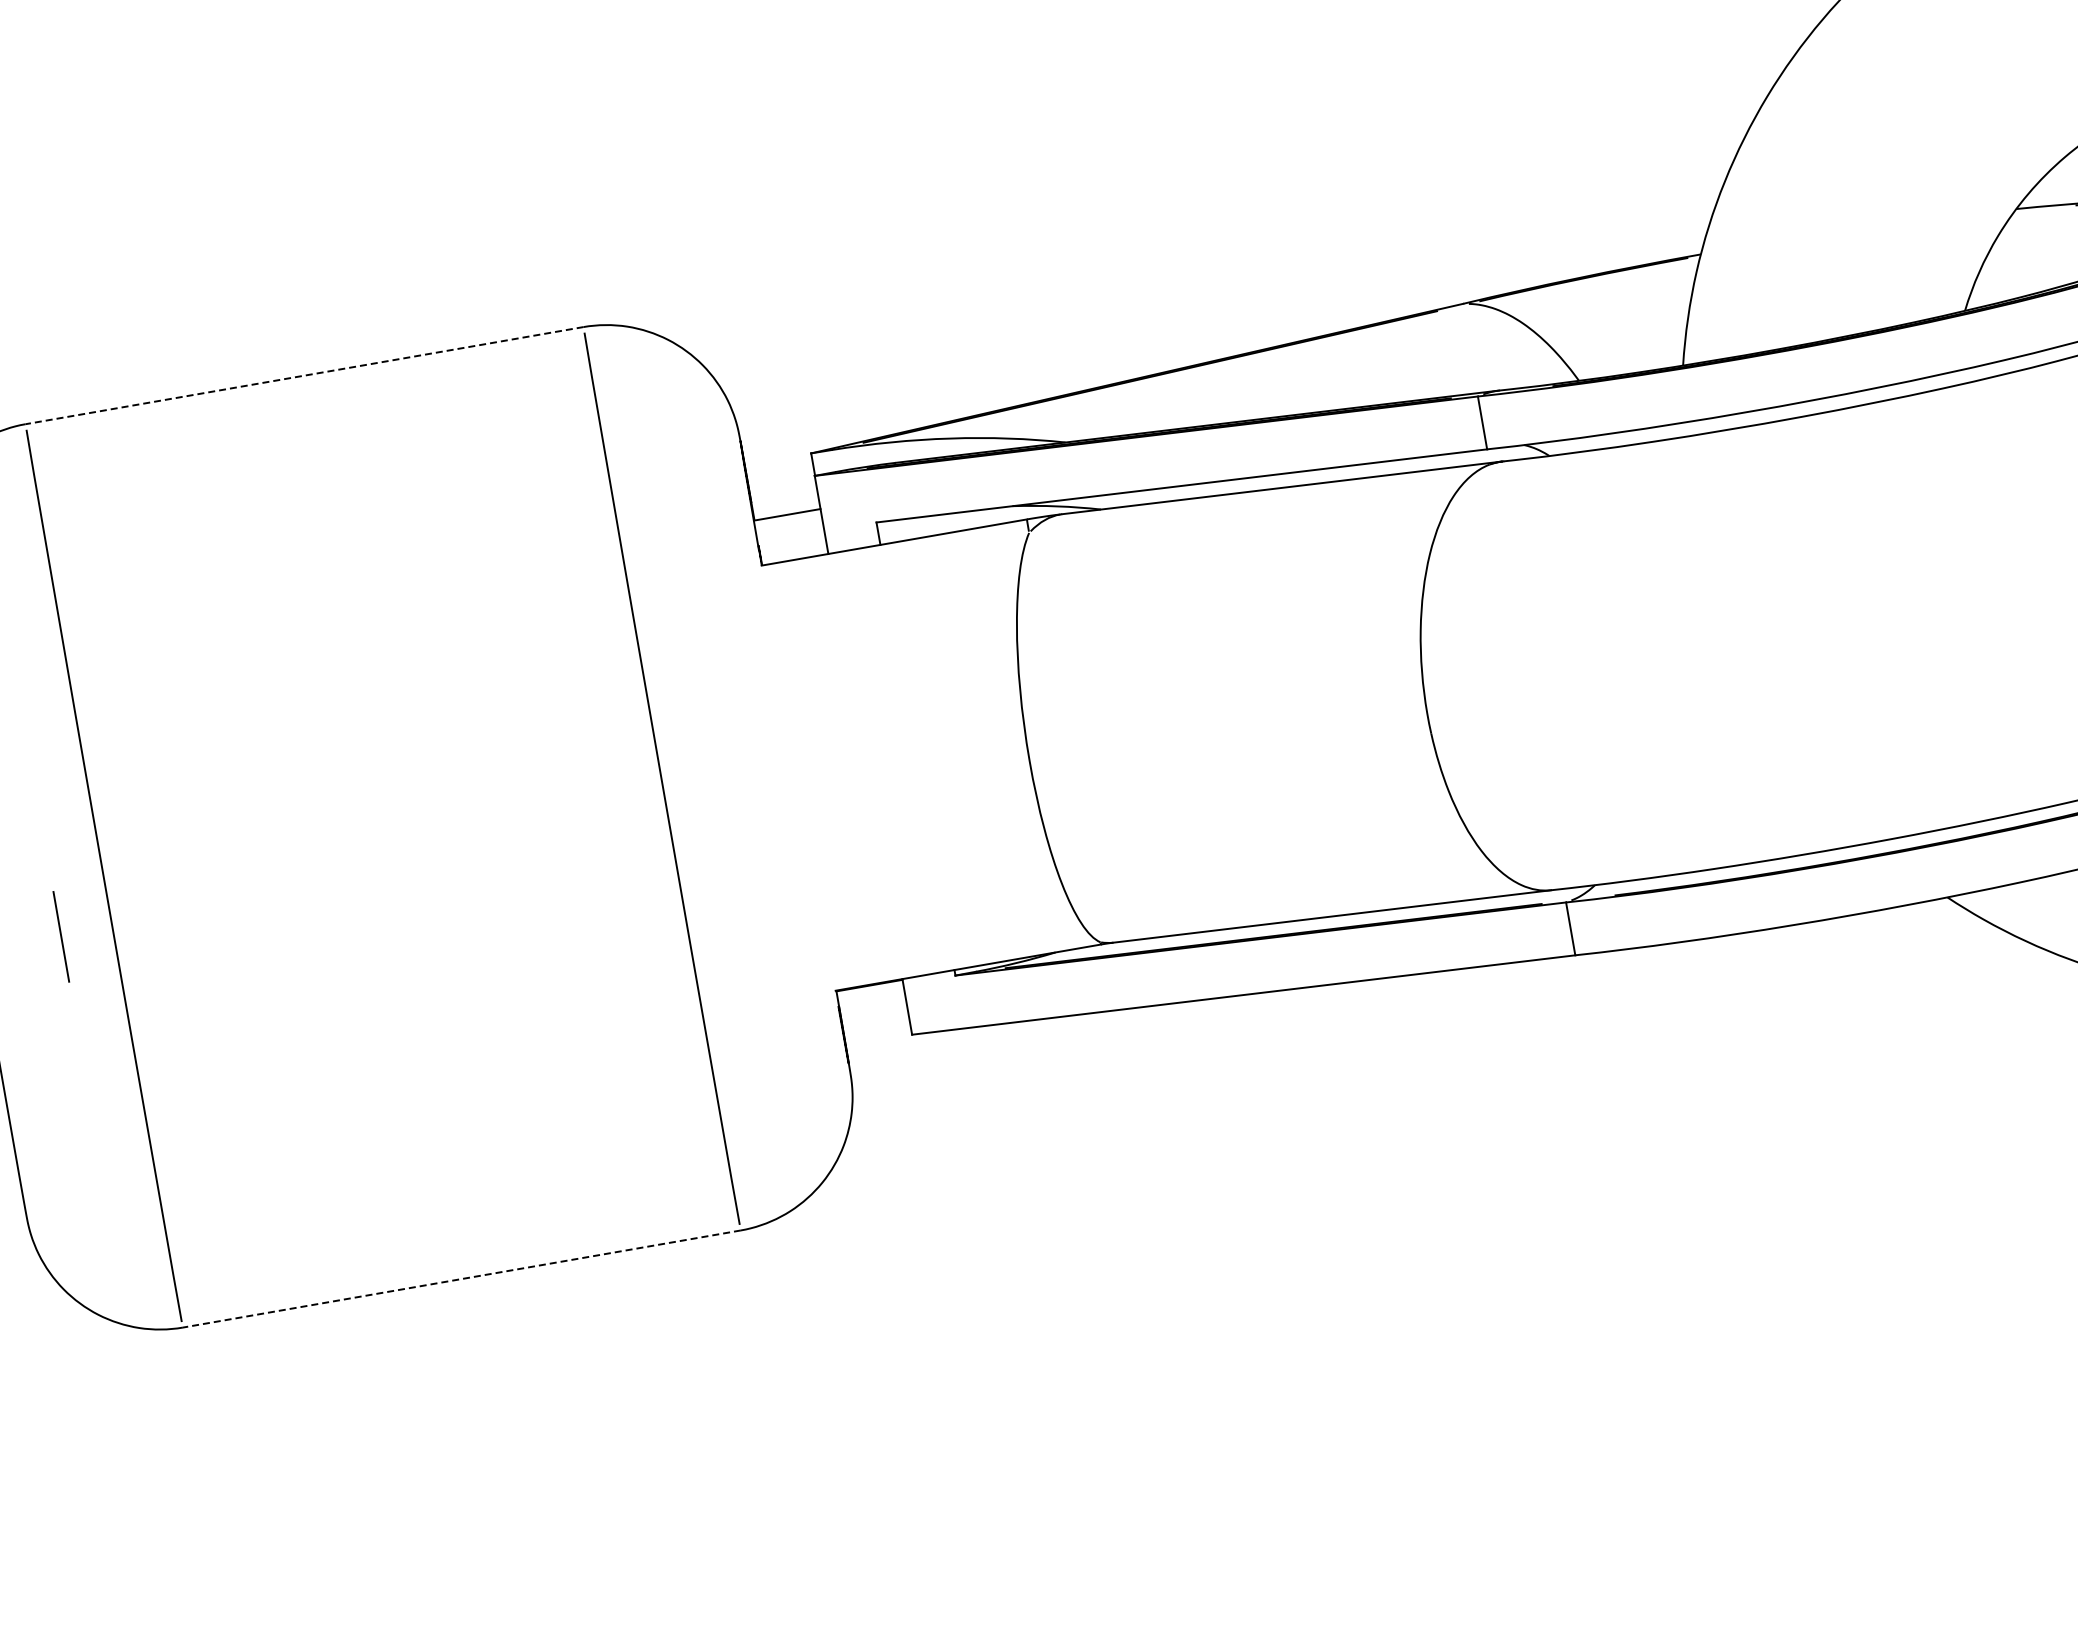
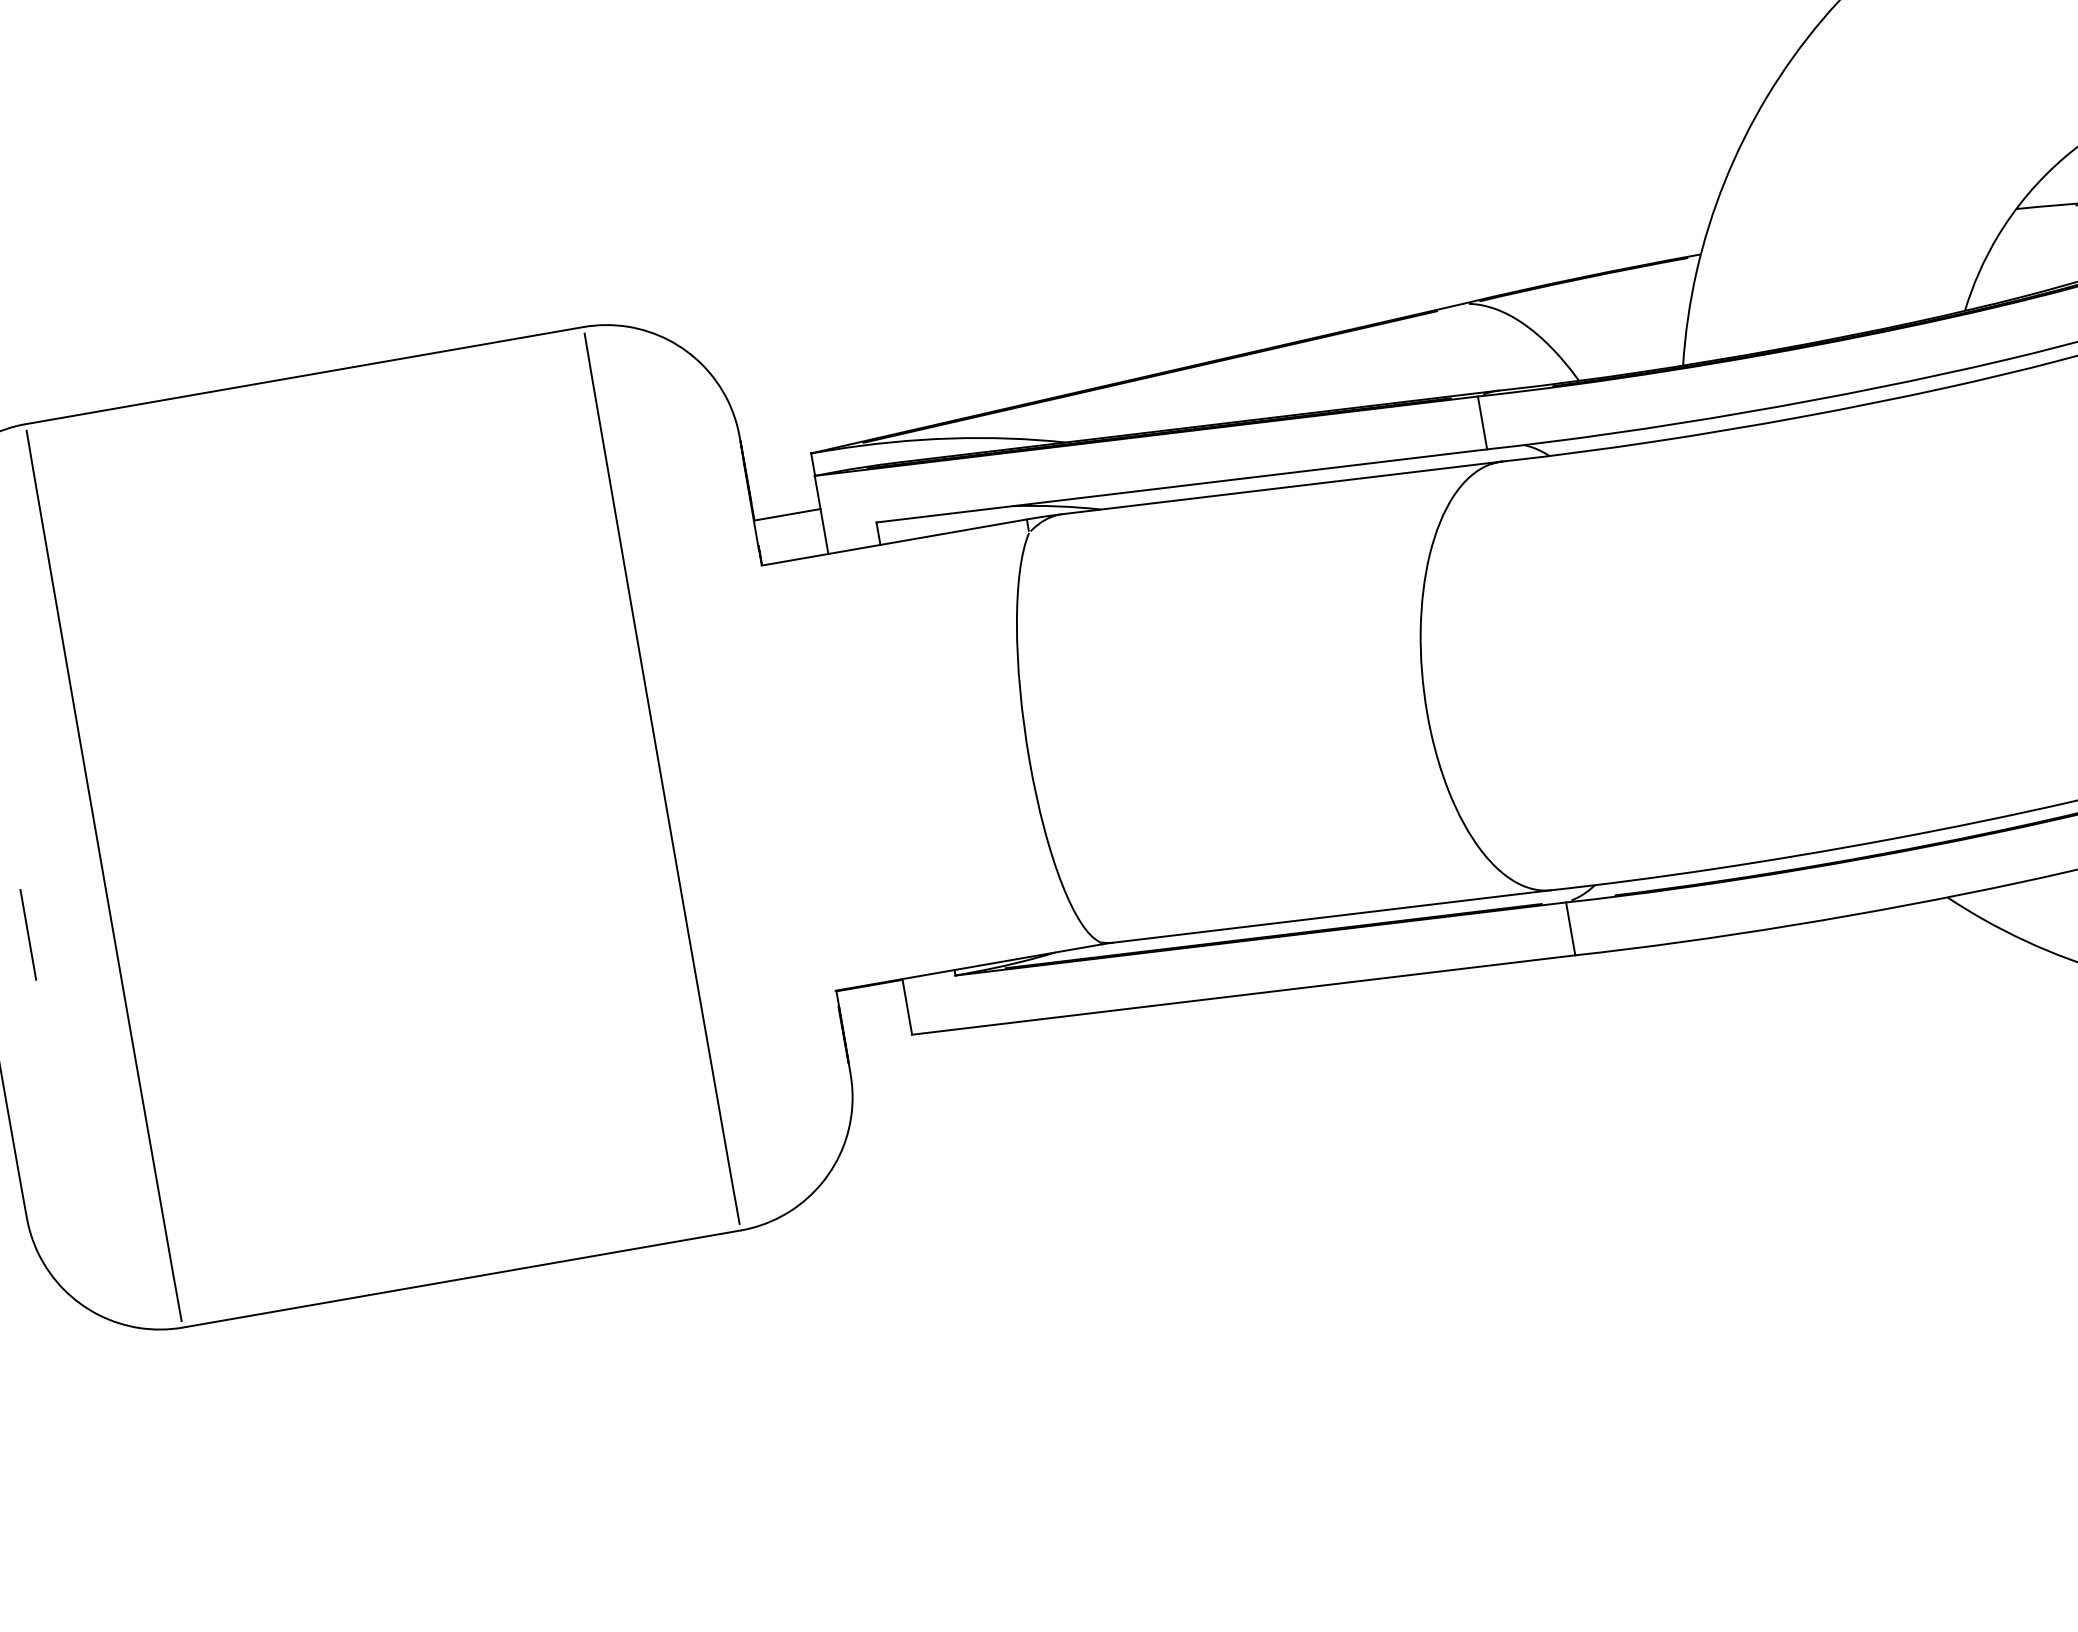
line at (304, 375): dashed -> solid
line at (61, 936) position: (61, 936) -> (28, 934)
line at (461, 1279): dashed -> solid
